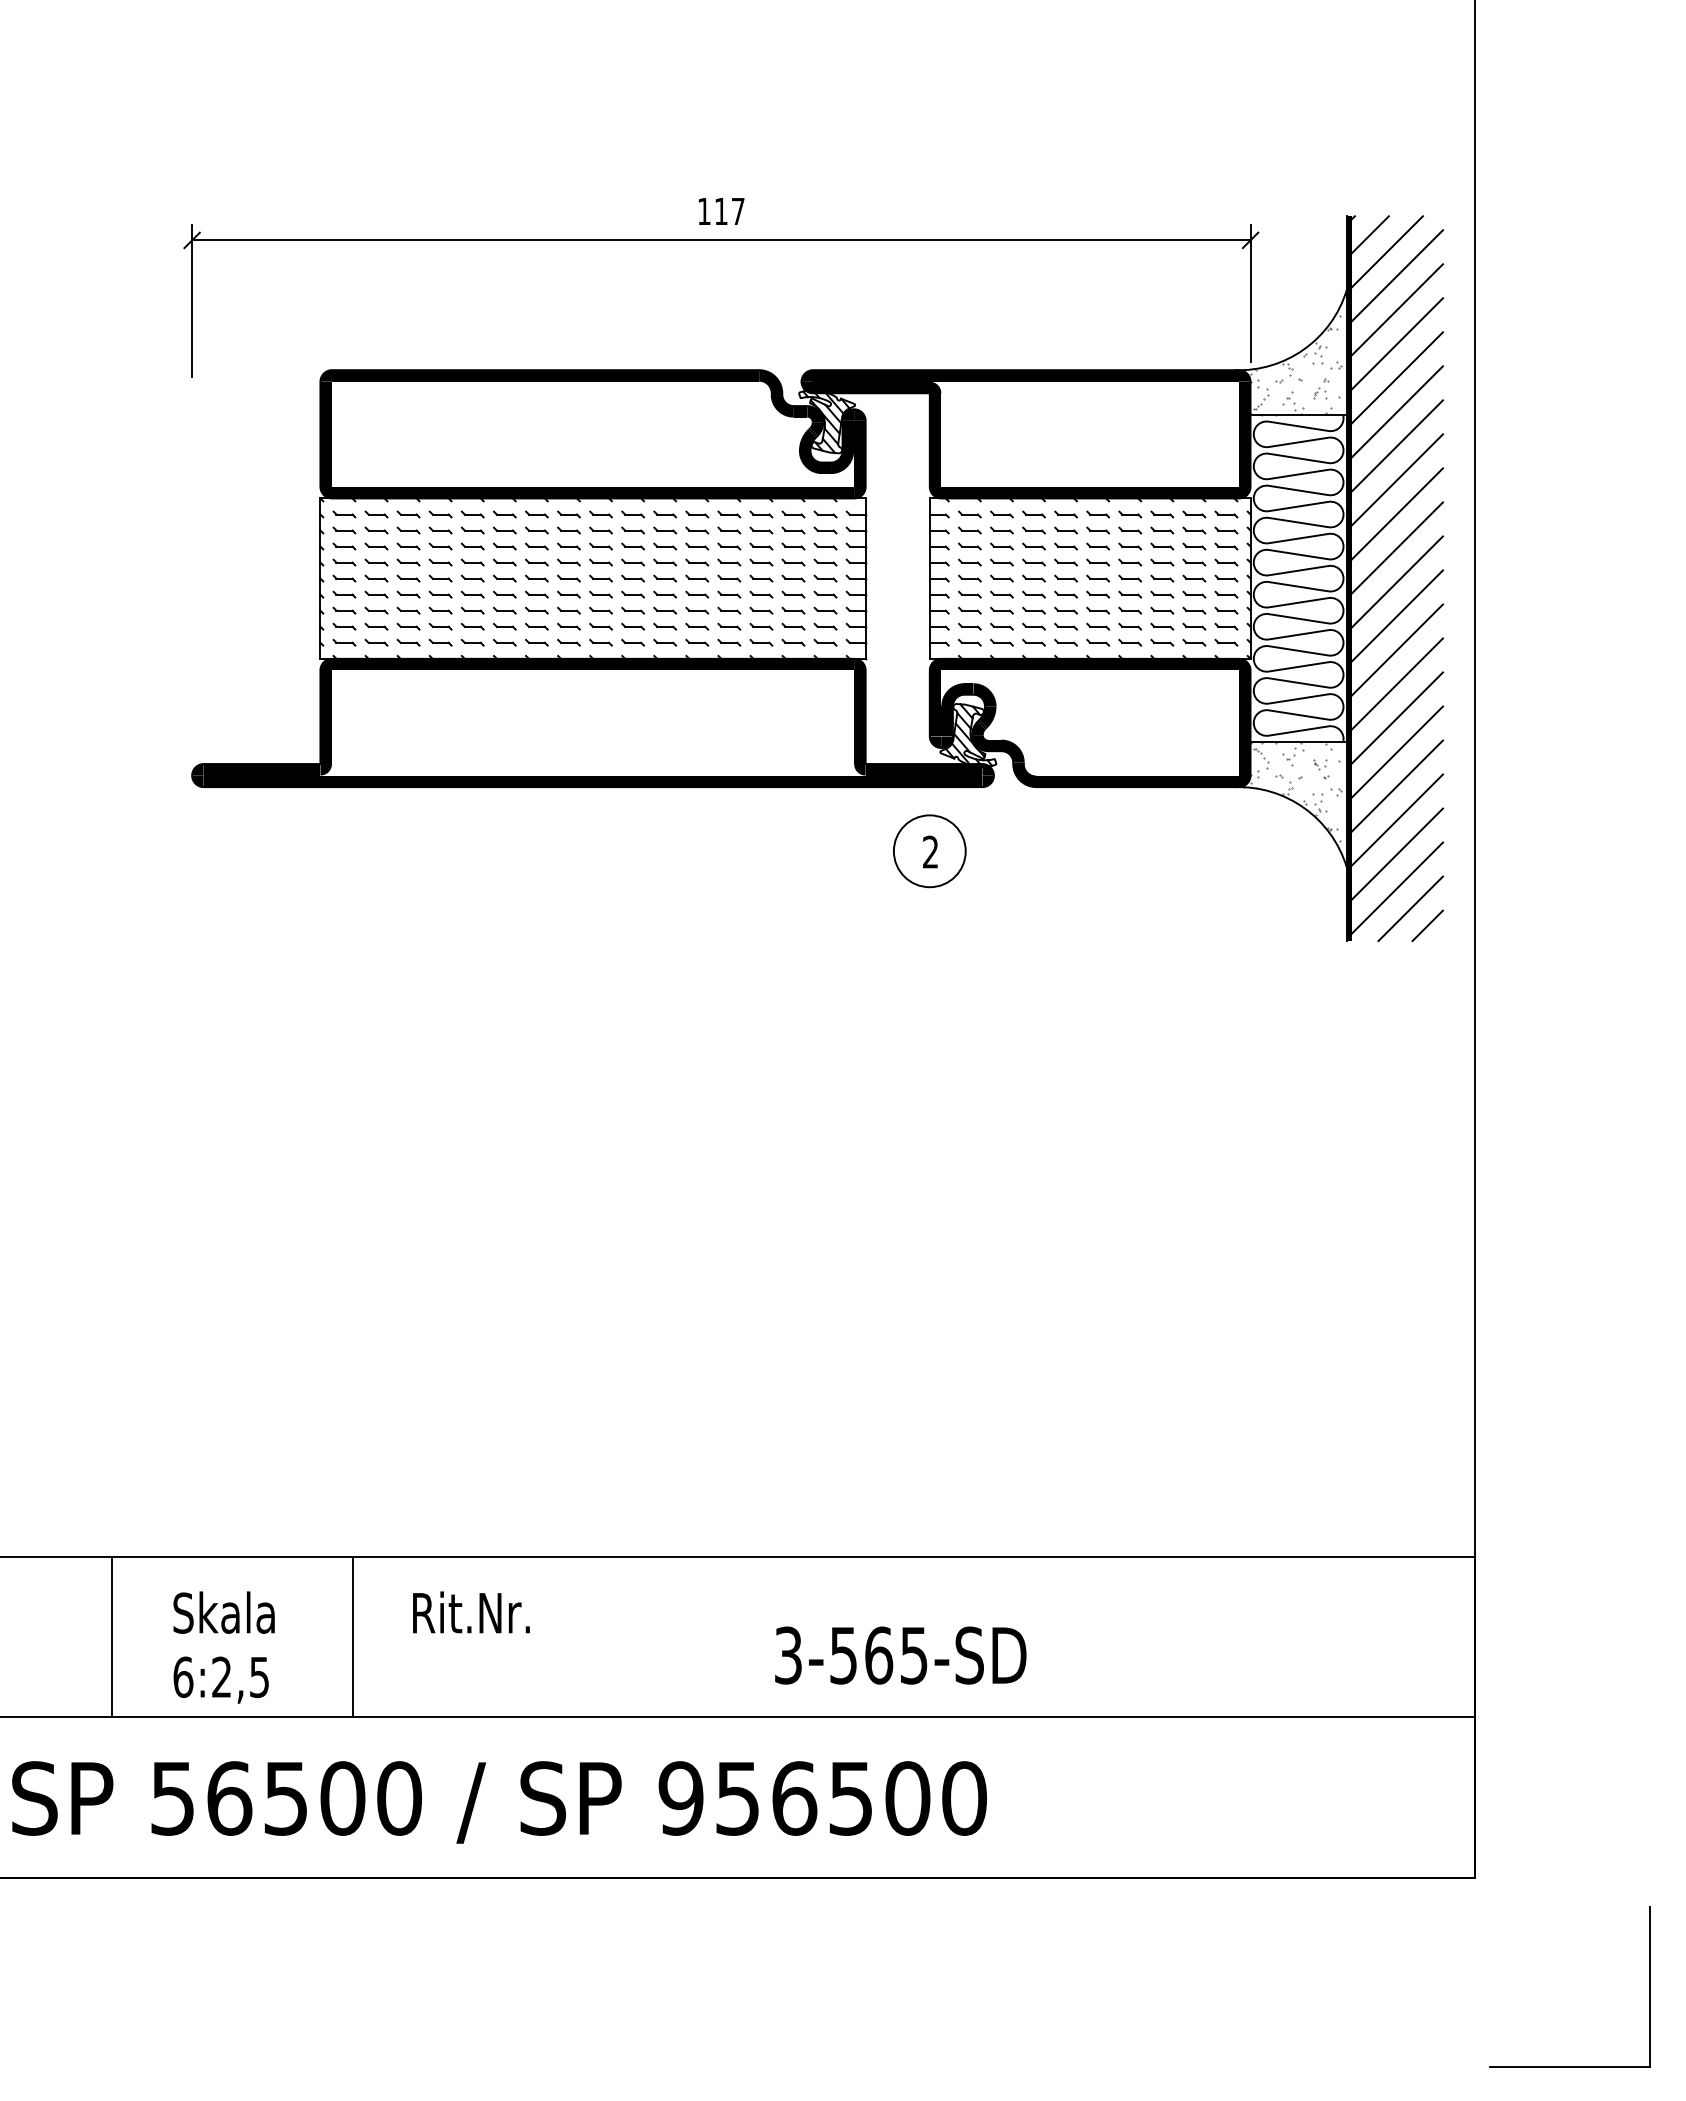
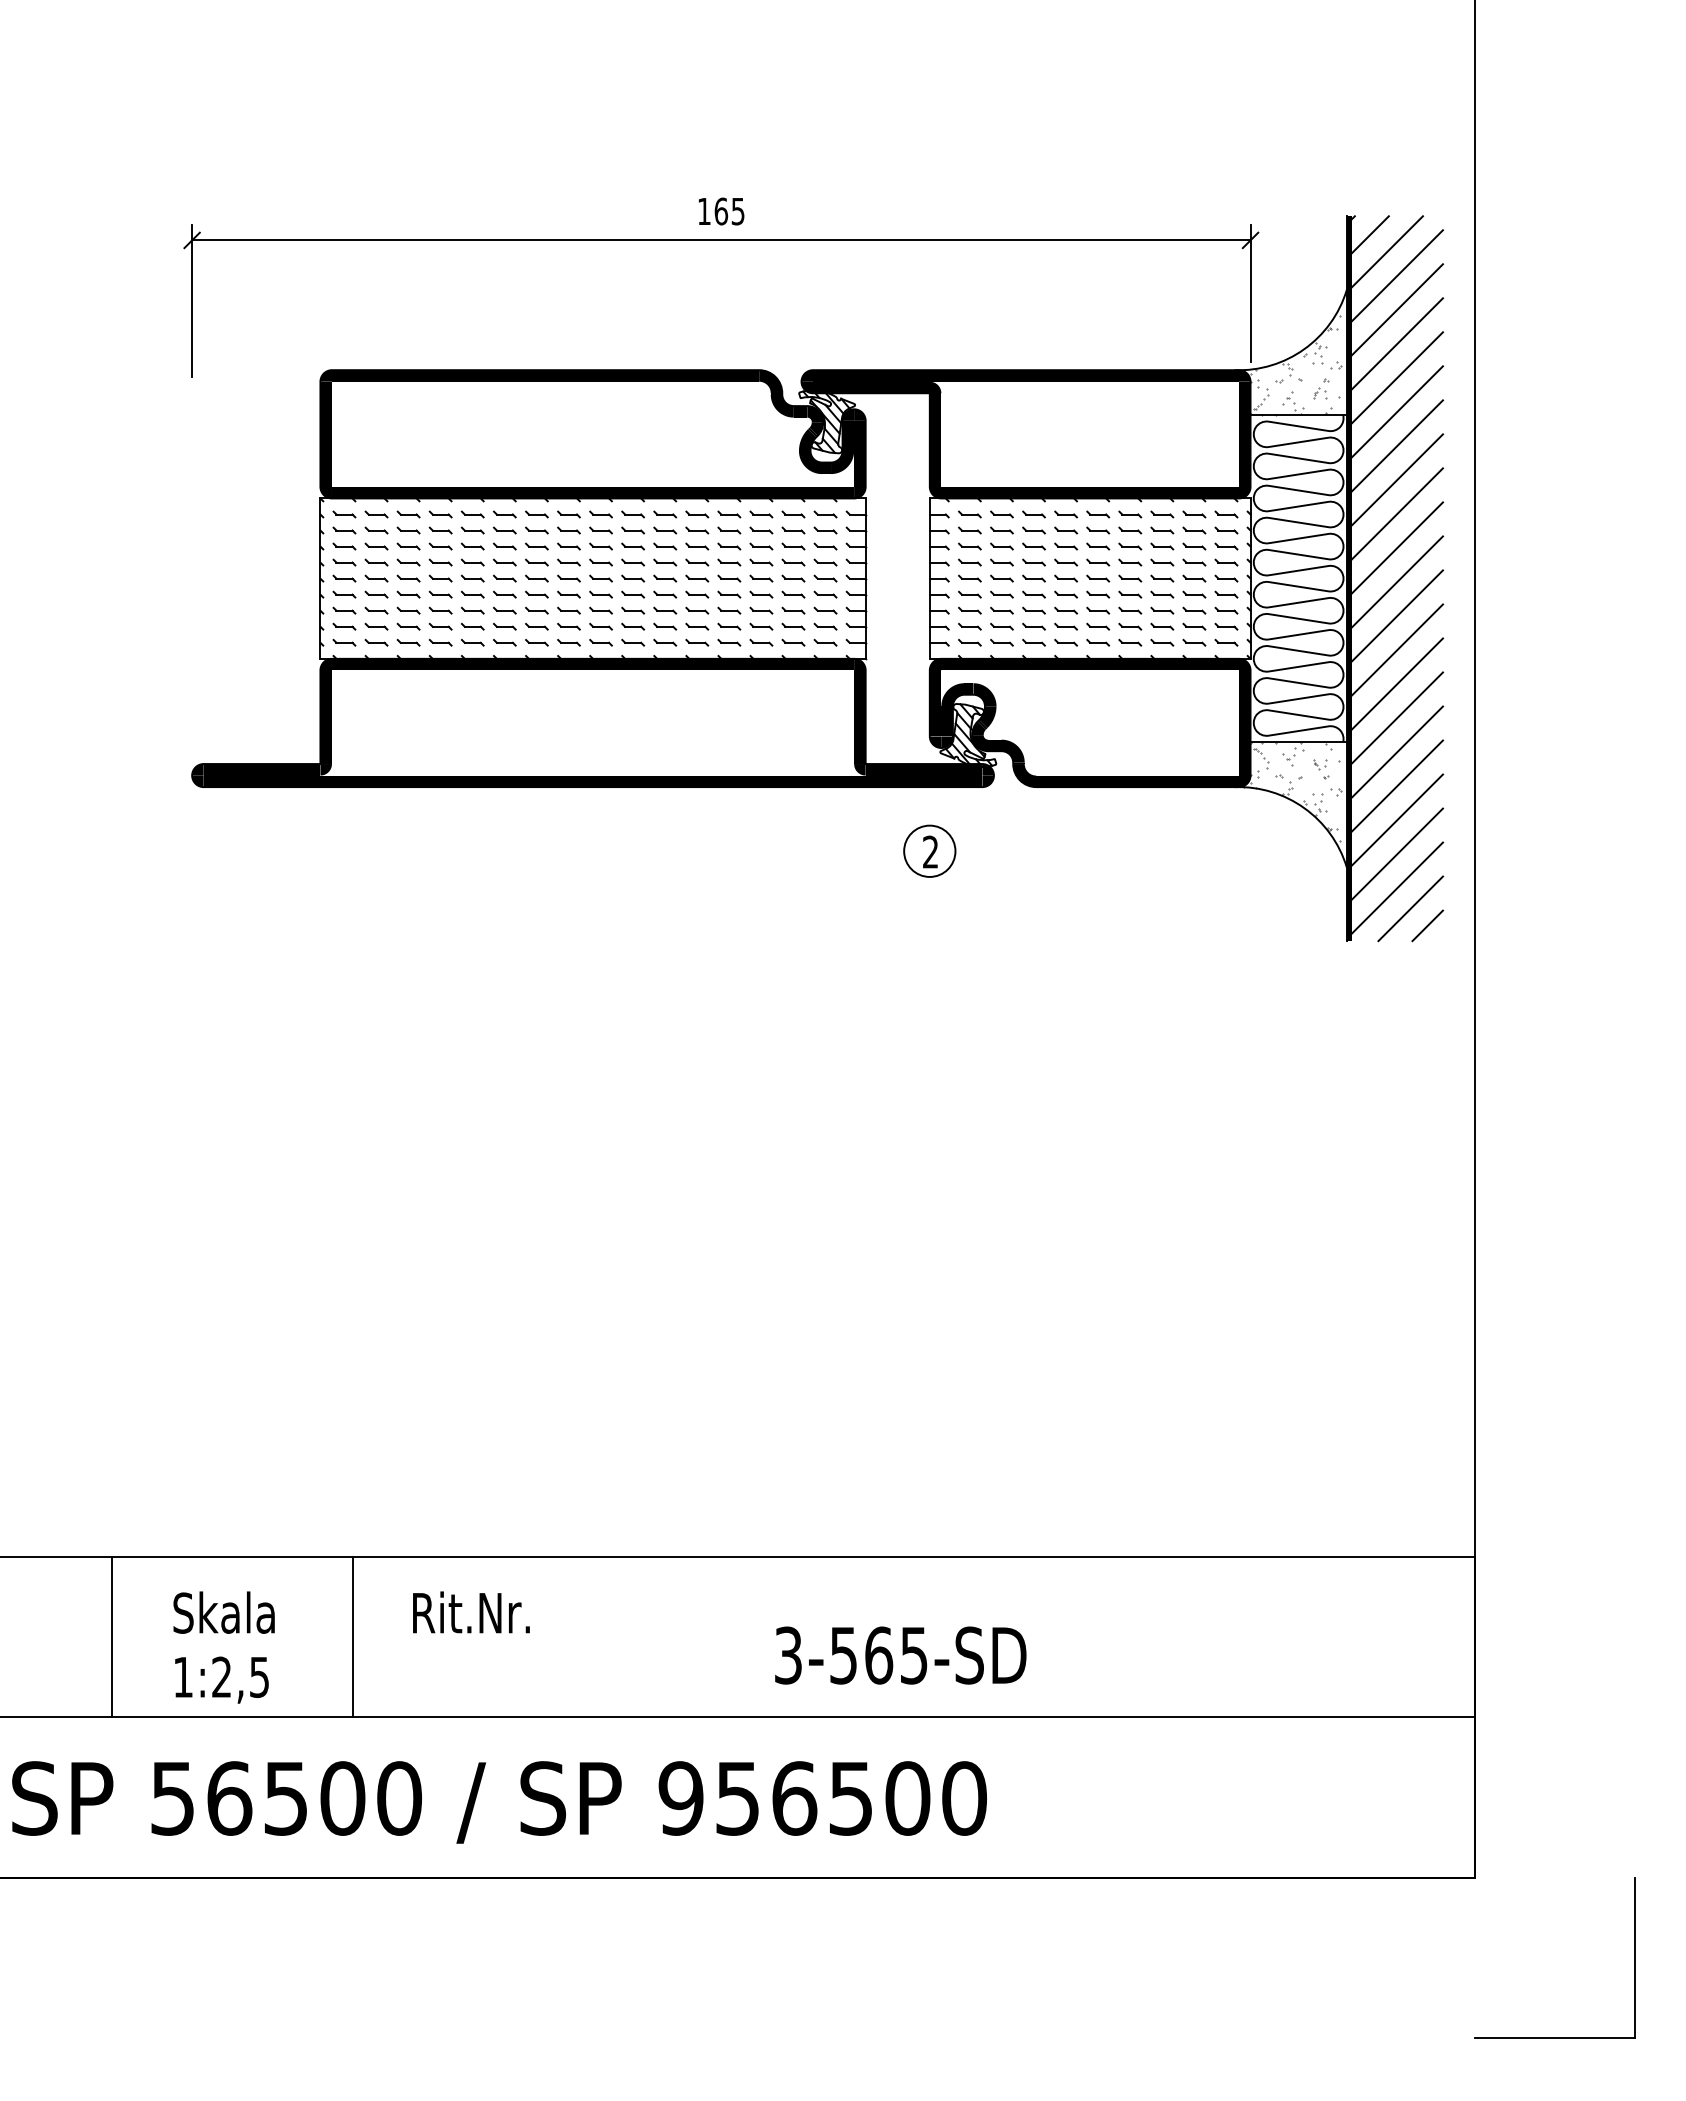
text at (729, 211): 117 -> 165
circle at (929, 851) diameter: 72 px -> 51 px
text at (183, 1677): 6:2,5 -> 1:2,5
part at (1649, 1986) position: (1649, 1986) -> (1634, 1957)
